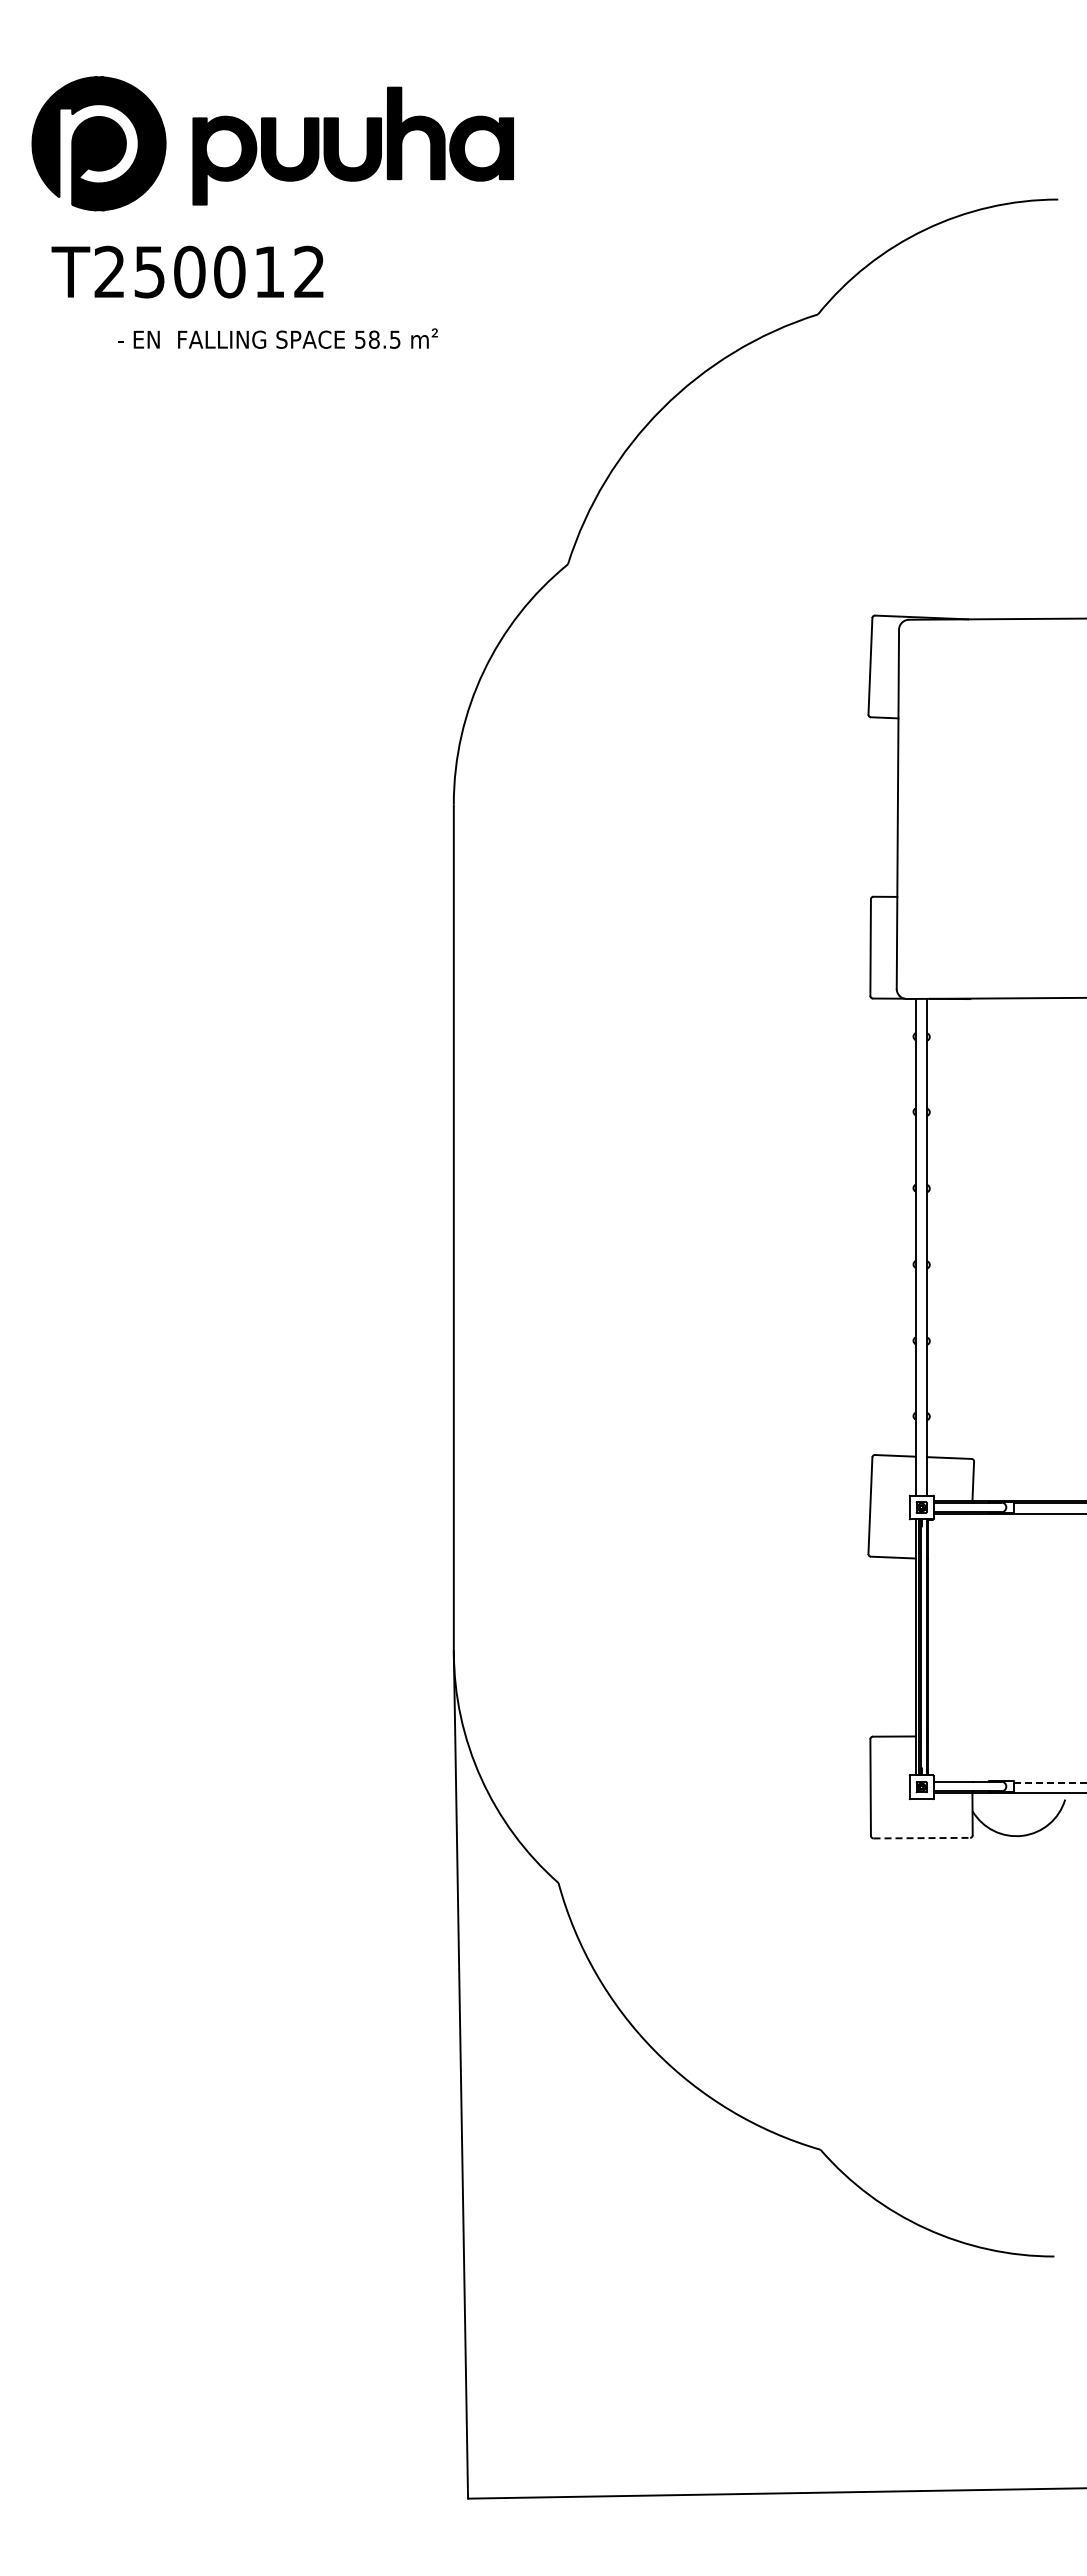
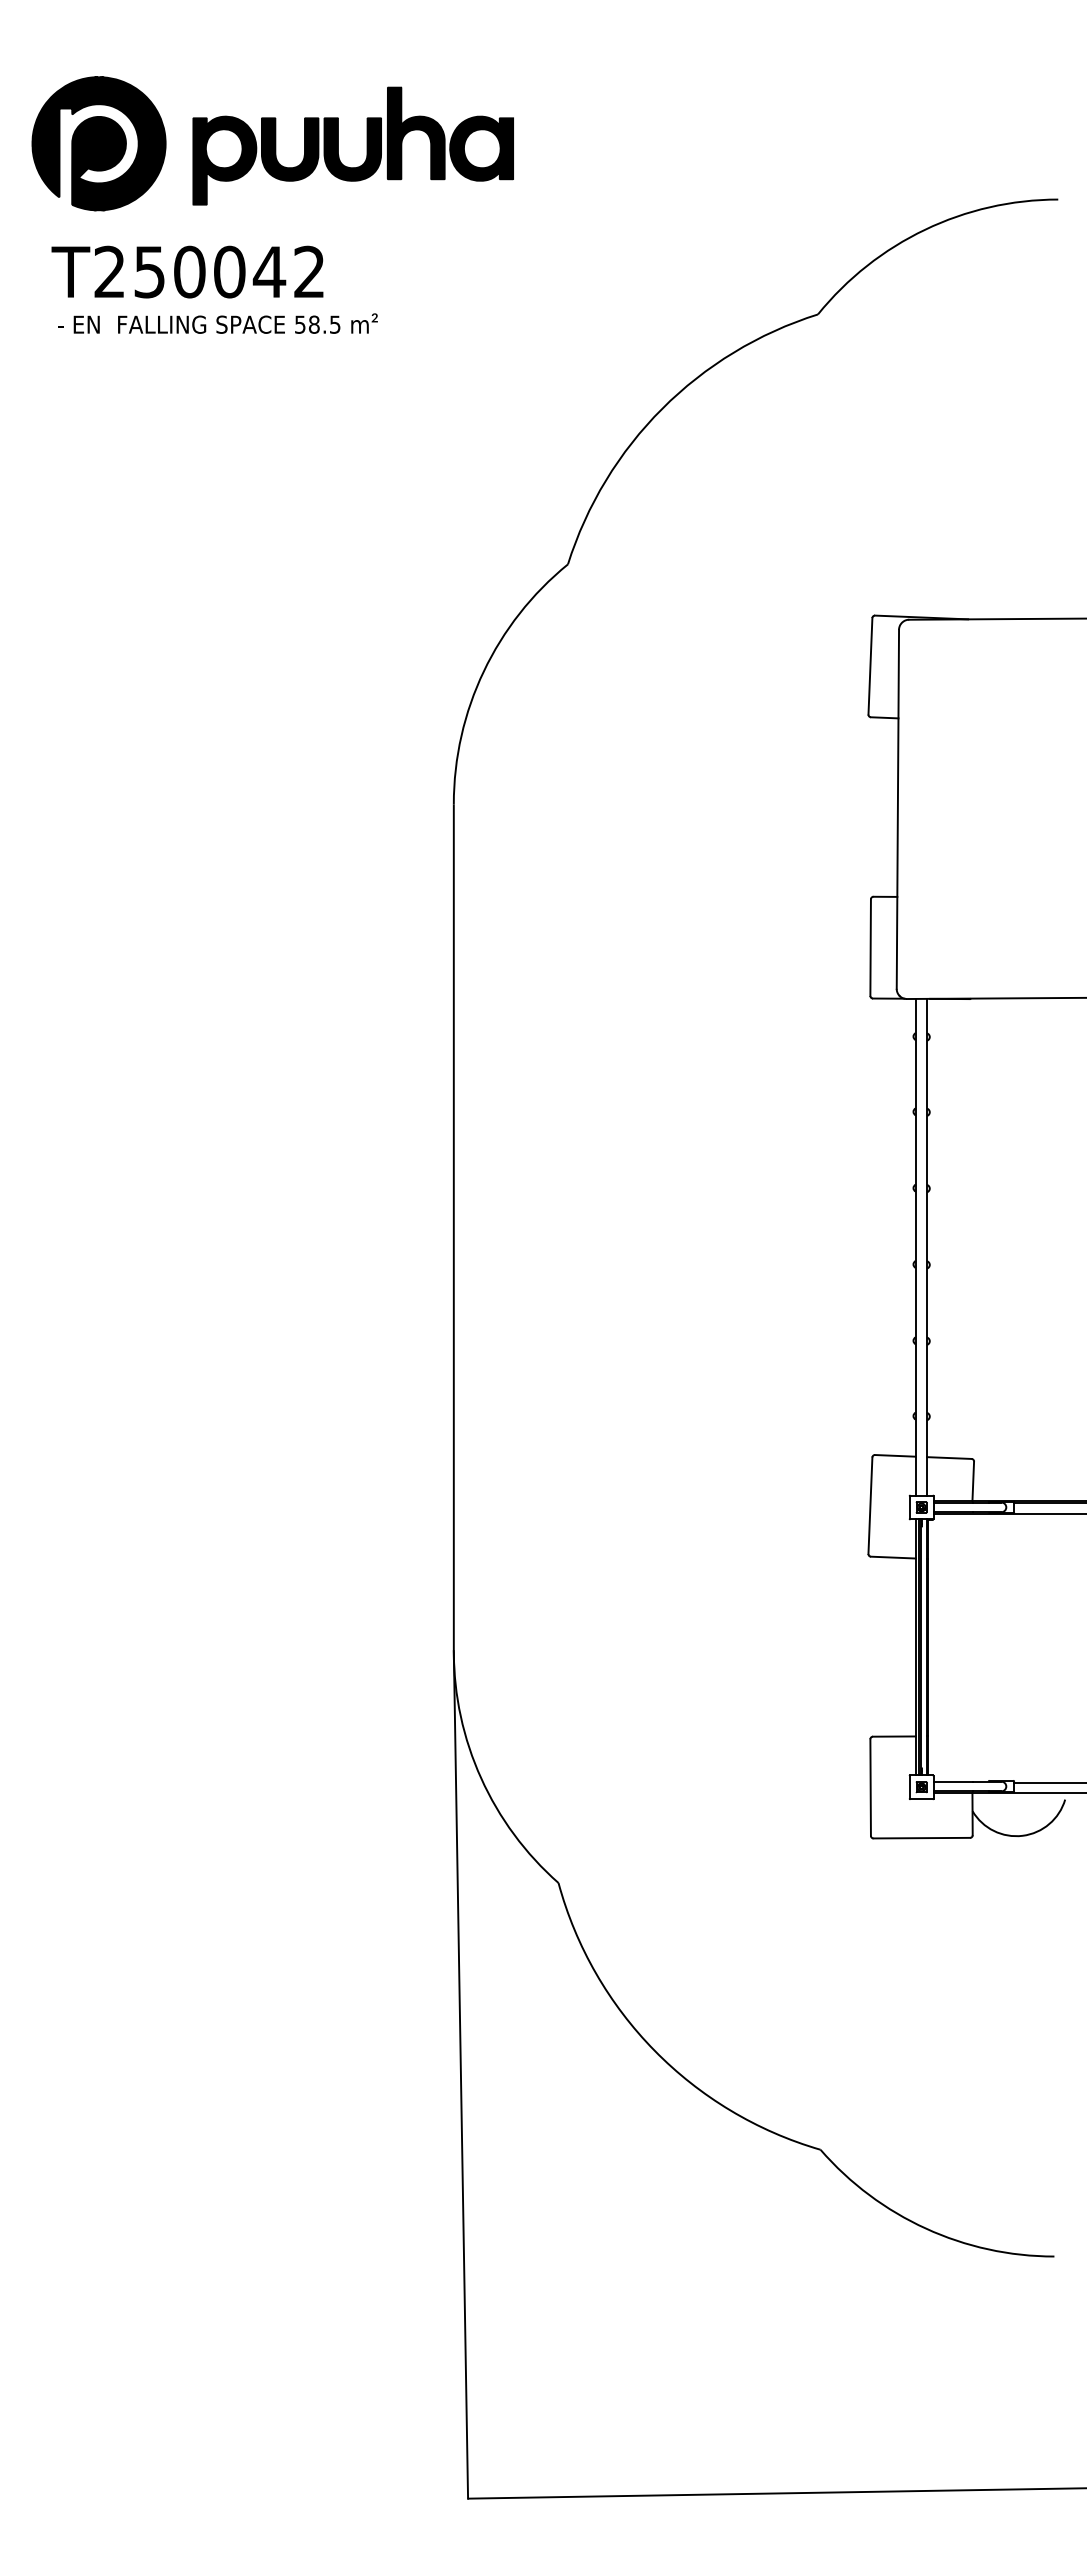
text at (269, 271): T250012 -> T250042
text at (277, 338) position: (277, 338) -> (217, 323)
line at (1051, 1782): dashed -> solid
line at (922, 1838): dashed -> solid
